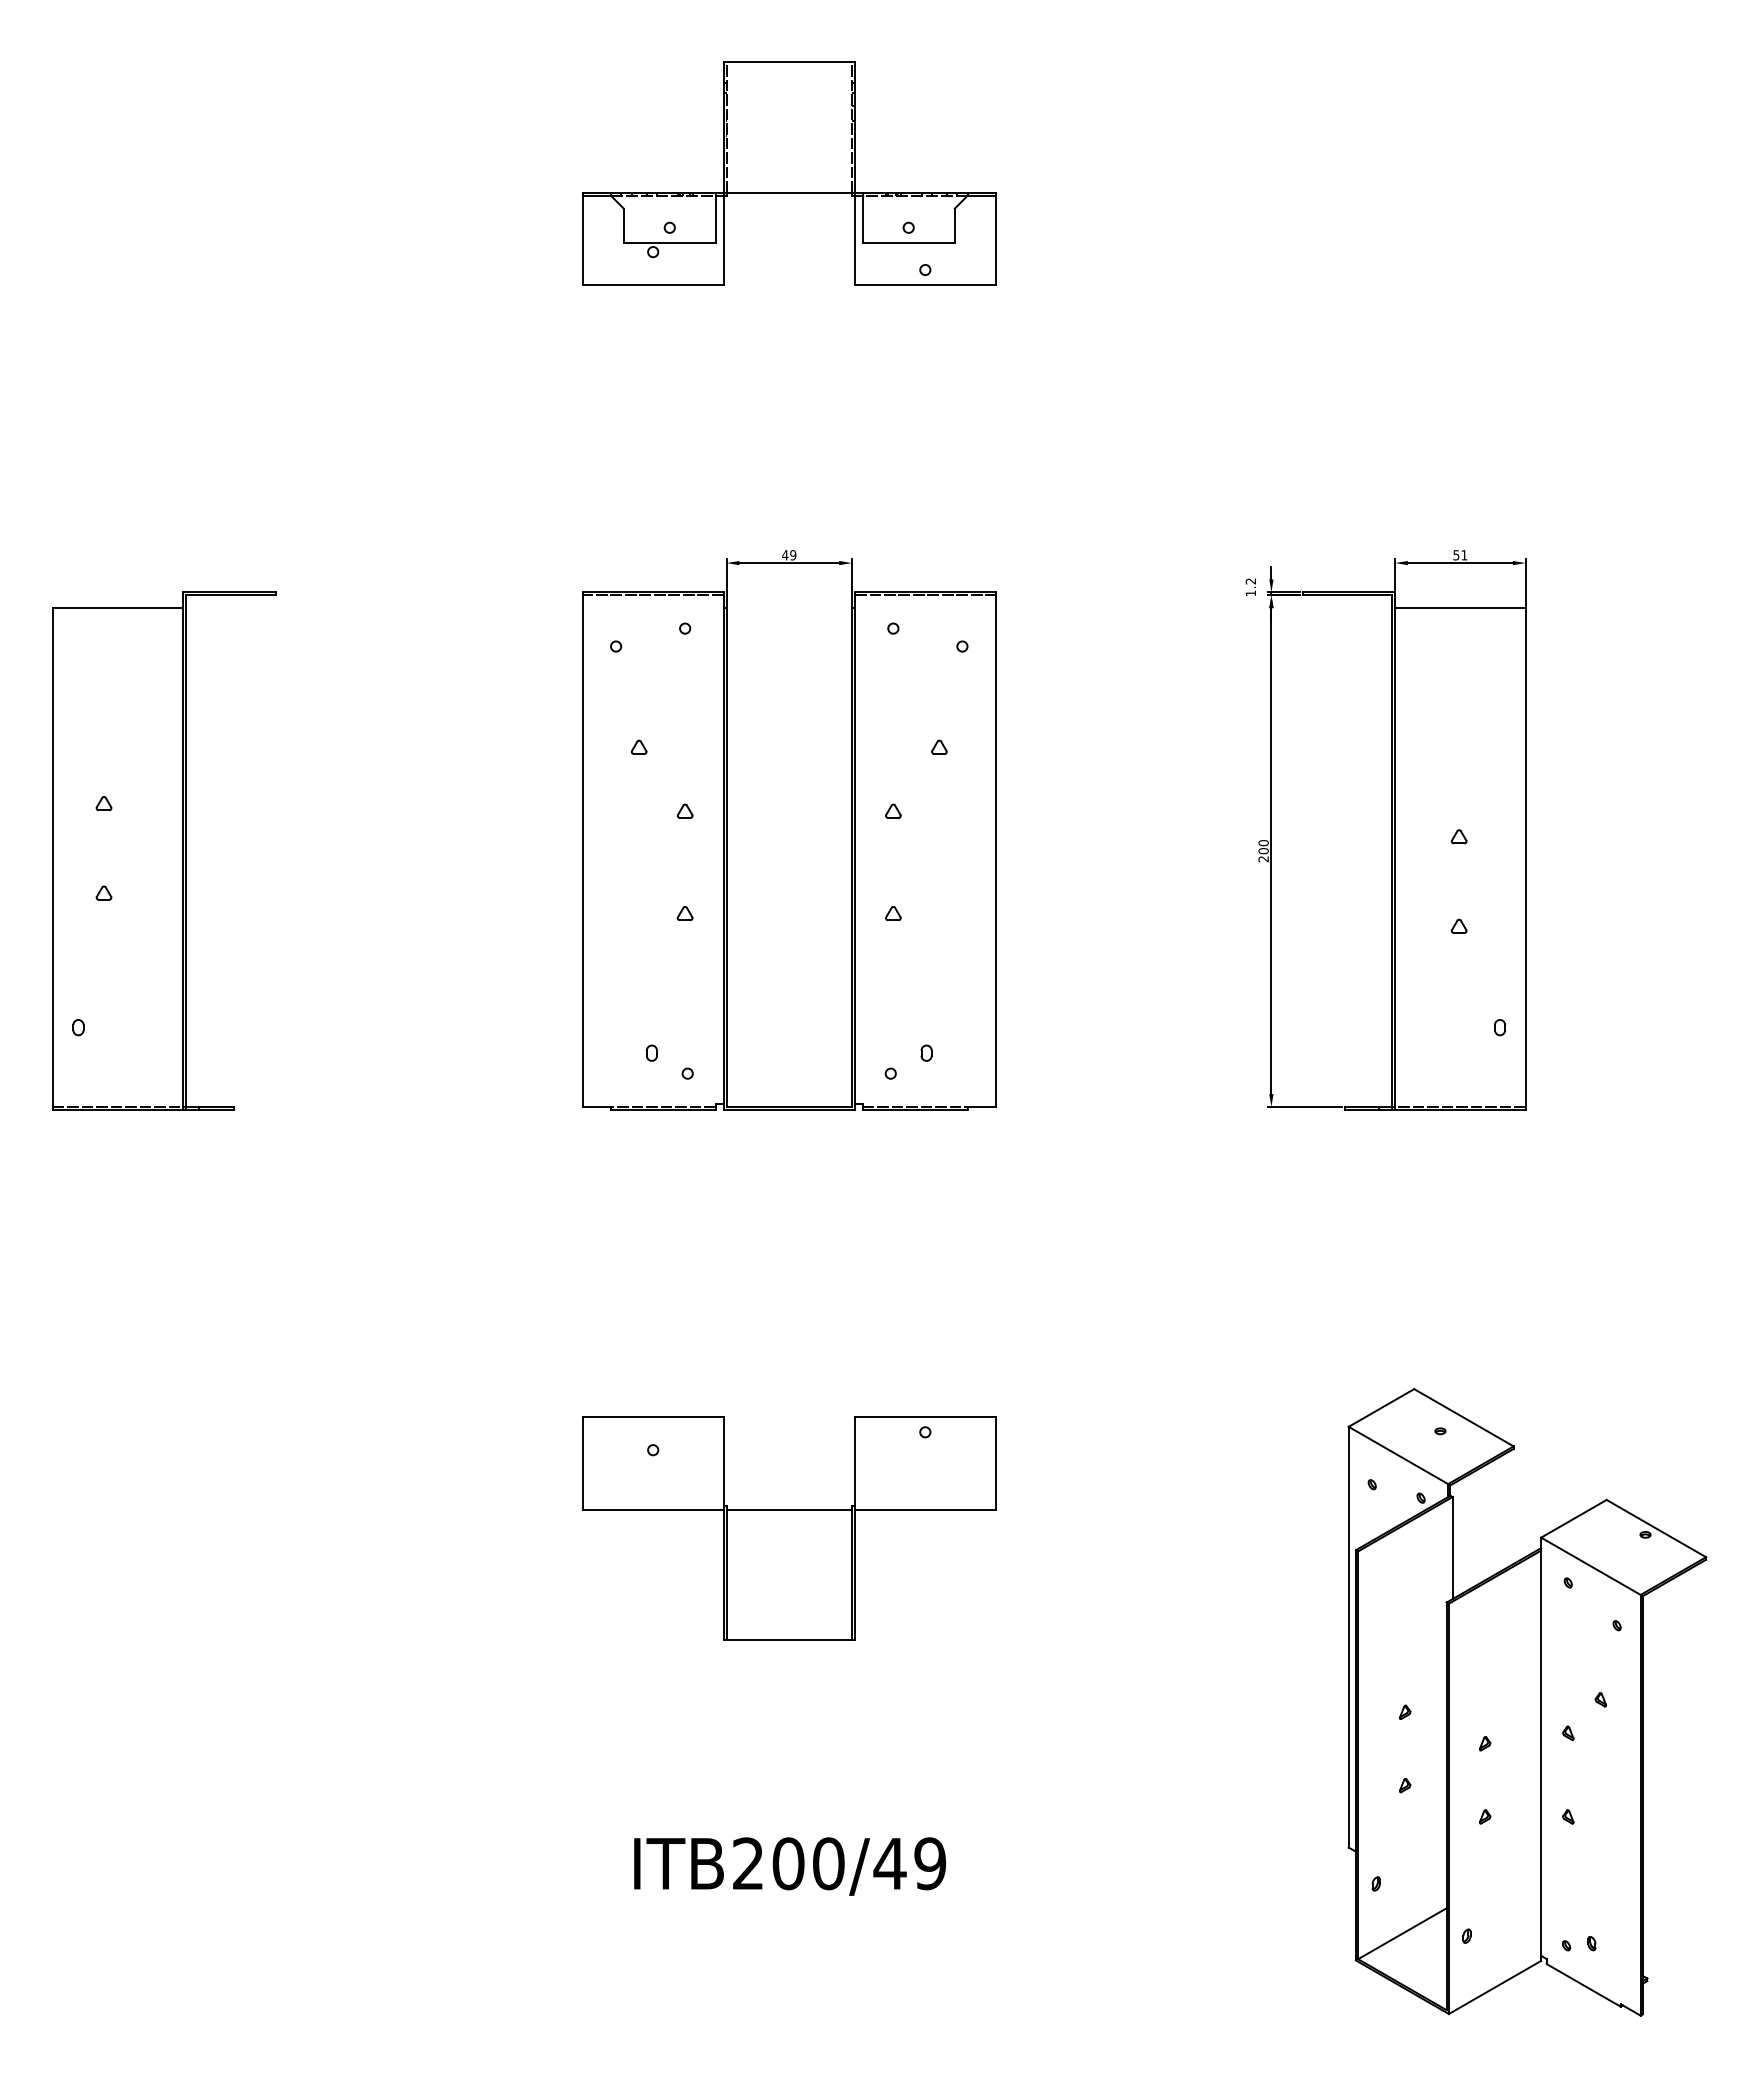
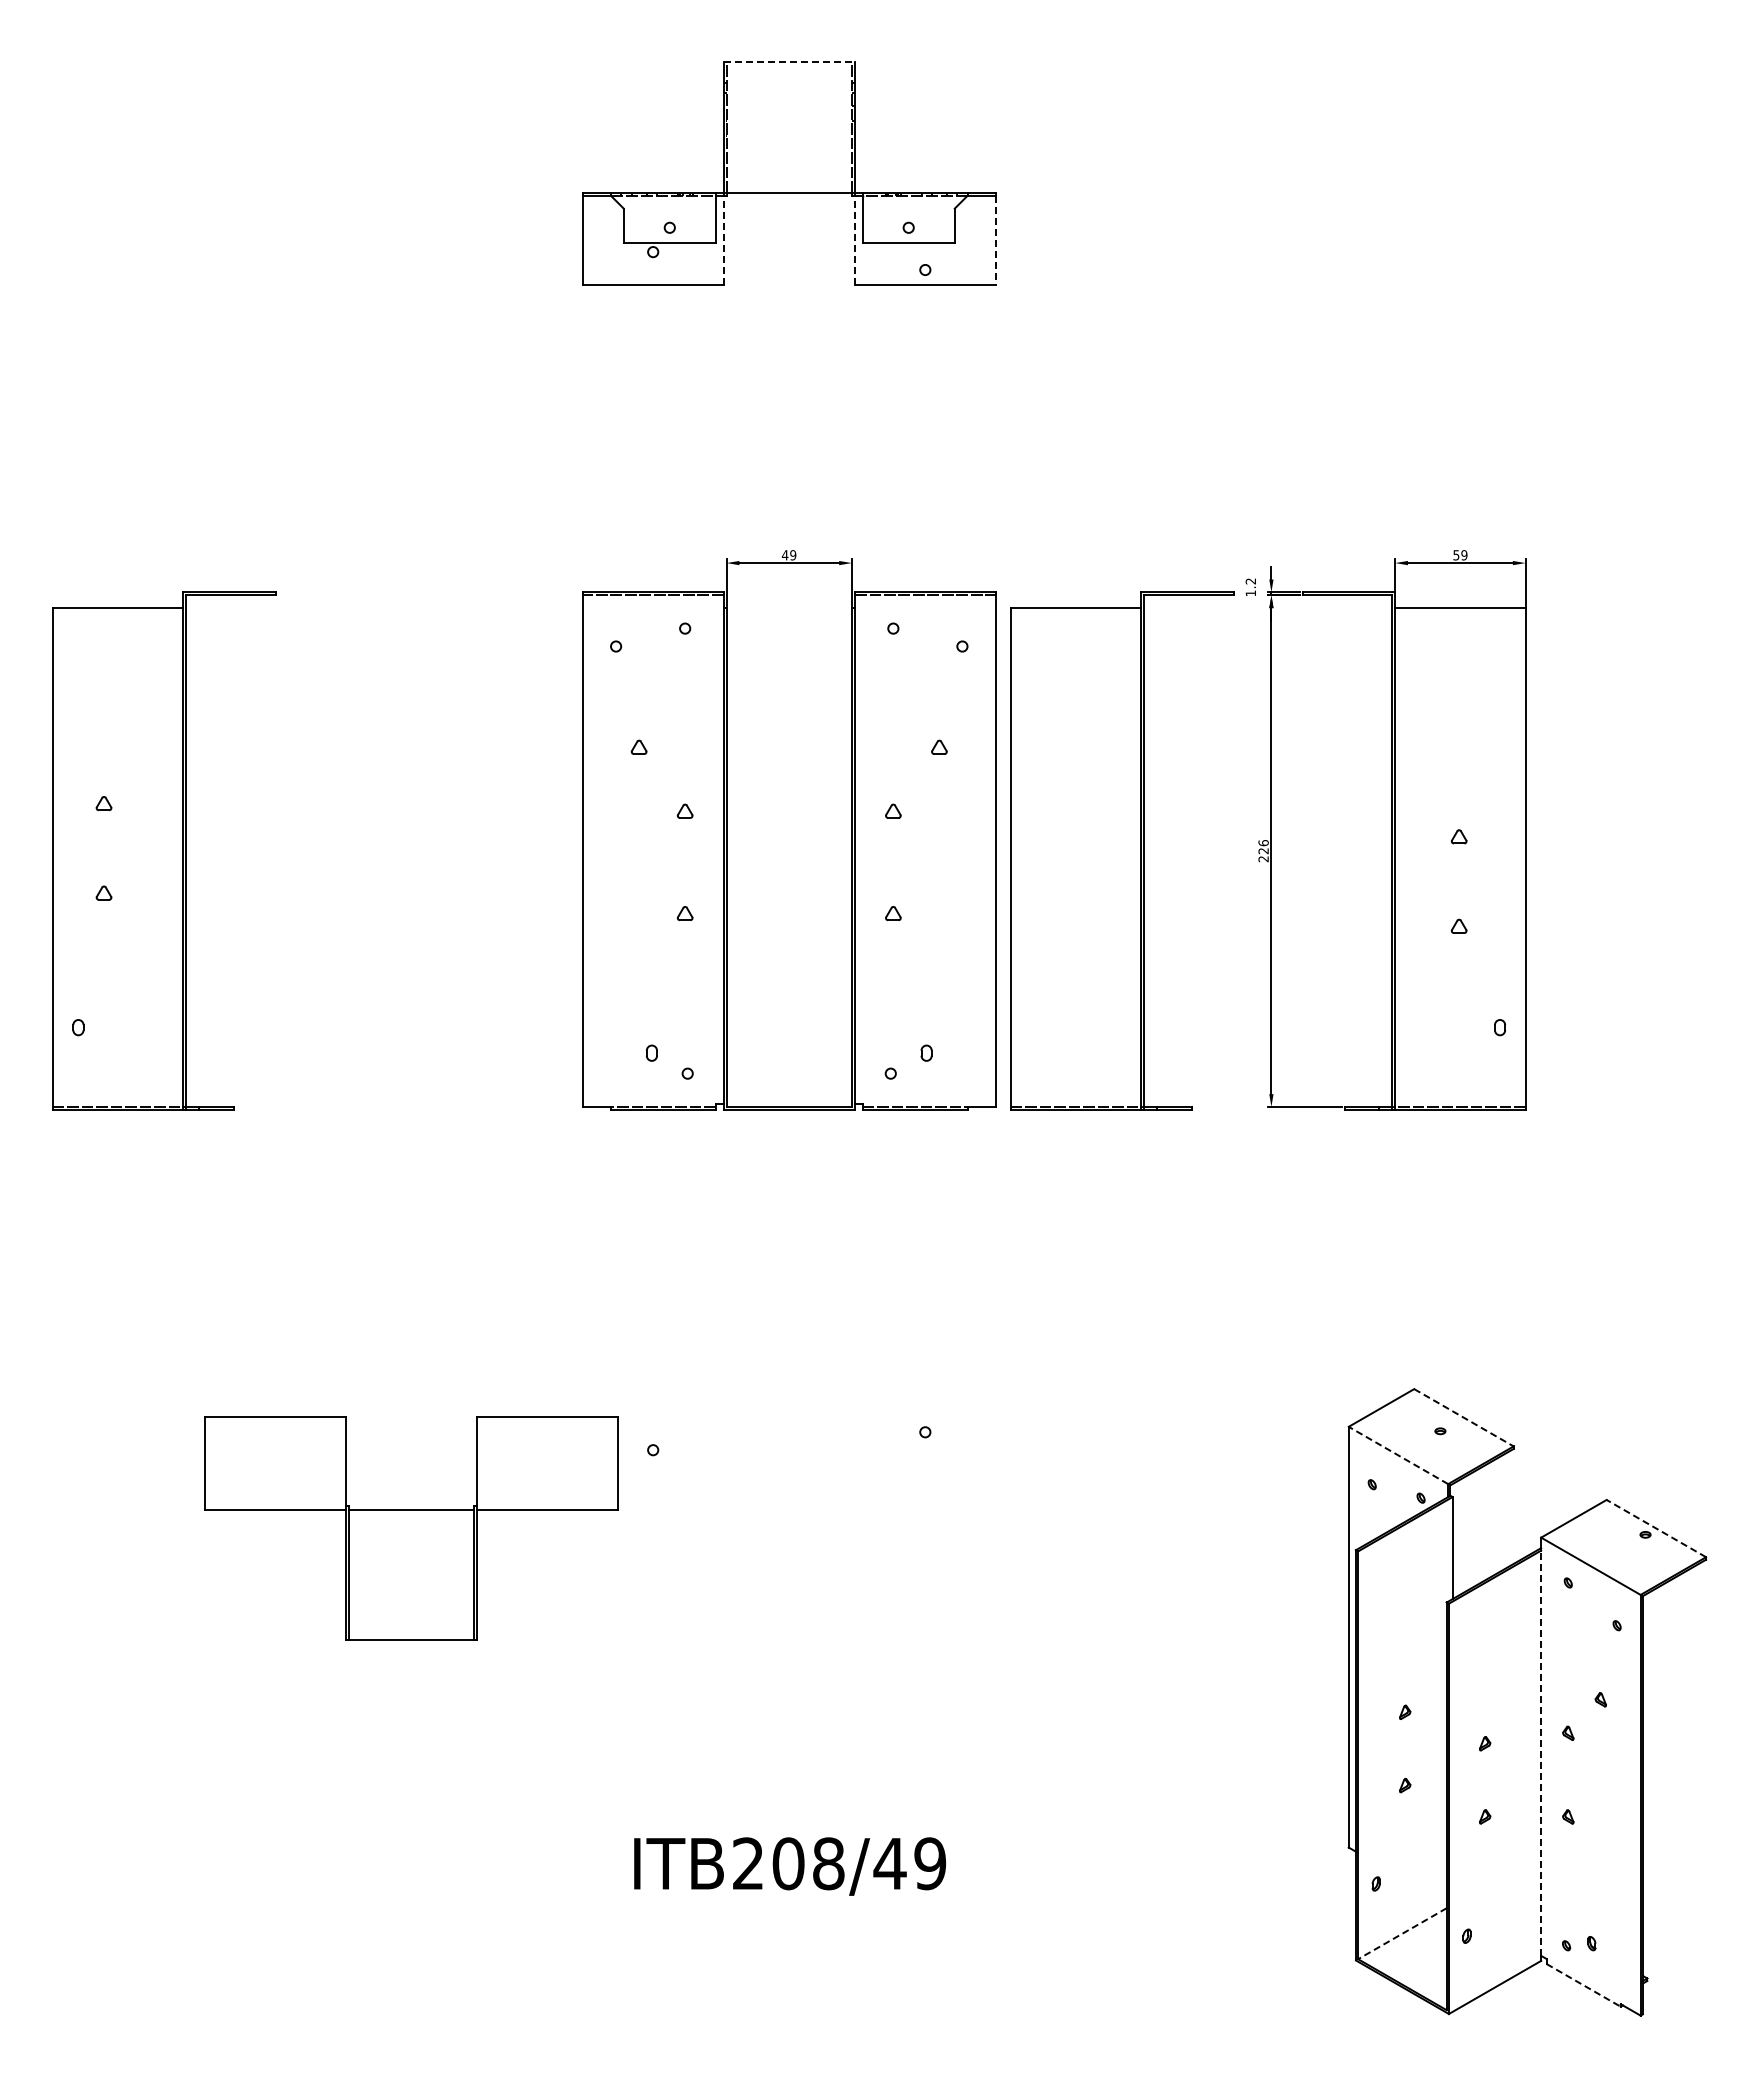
line at (789, 62): solid -> dashed
line at (723, 240): solid -> dashed
line at (855, 240): solid -> dashed
line at (995, 240): solid -> dashed
text at (1464, 555): 51 -> 59
text at (1263, 847): 200 -> 226
part at (1122, 850): none -> present
line at (1464, 1418): solid -> dashed
line at (1398, 1455): solid -> dashed
part at (789, 1528) position: (789, 1528) -> (411, 1528)
line at (1655, 1528): solid -> dashed
line at (1541, 1753): solid -> dashed
text at (828, 1863): ITB200/49 -> ITB208/49
line at (1402, 1933): solid -> dashed
line at (1583, 1985): solid -> dashed
